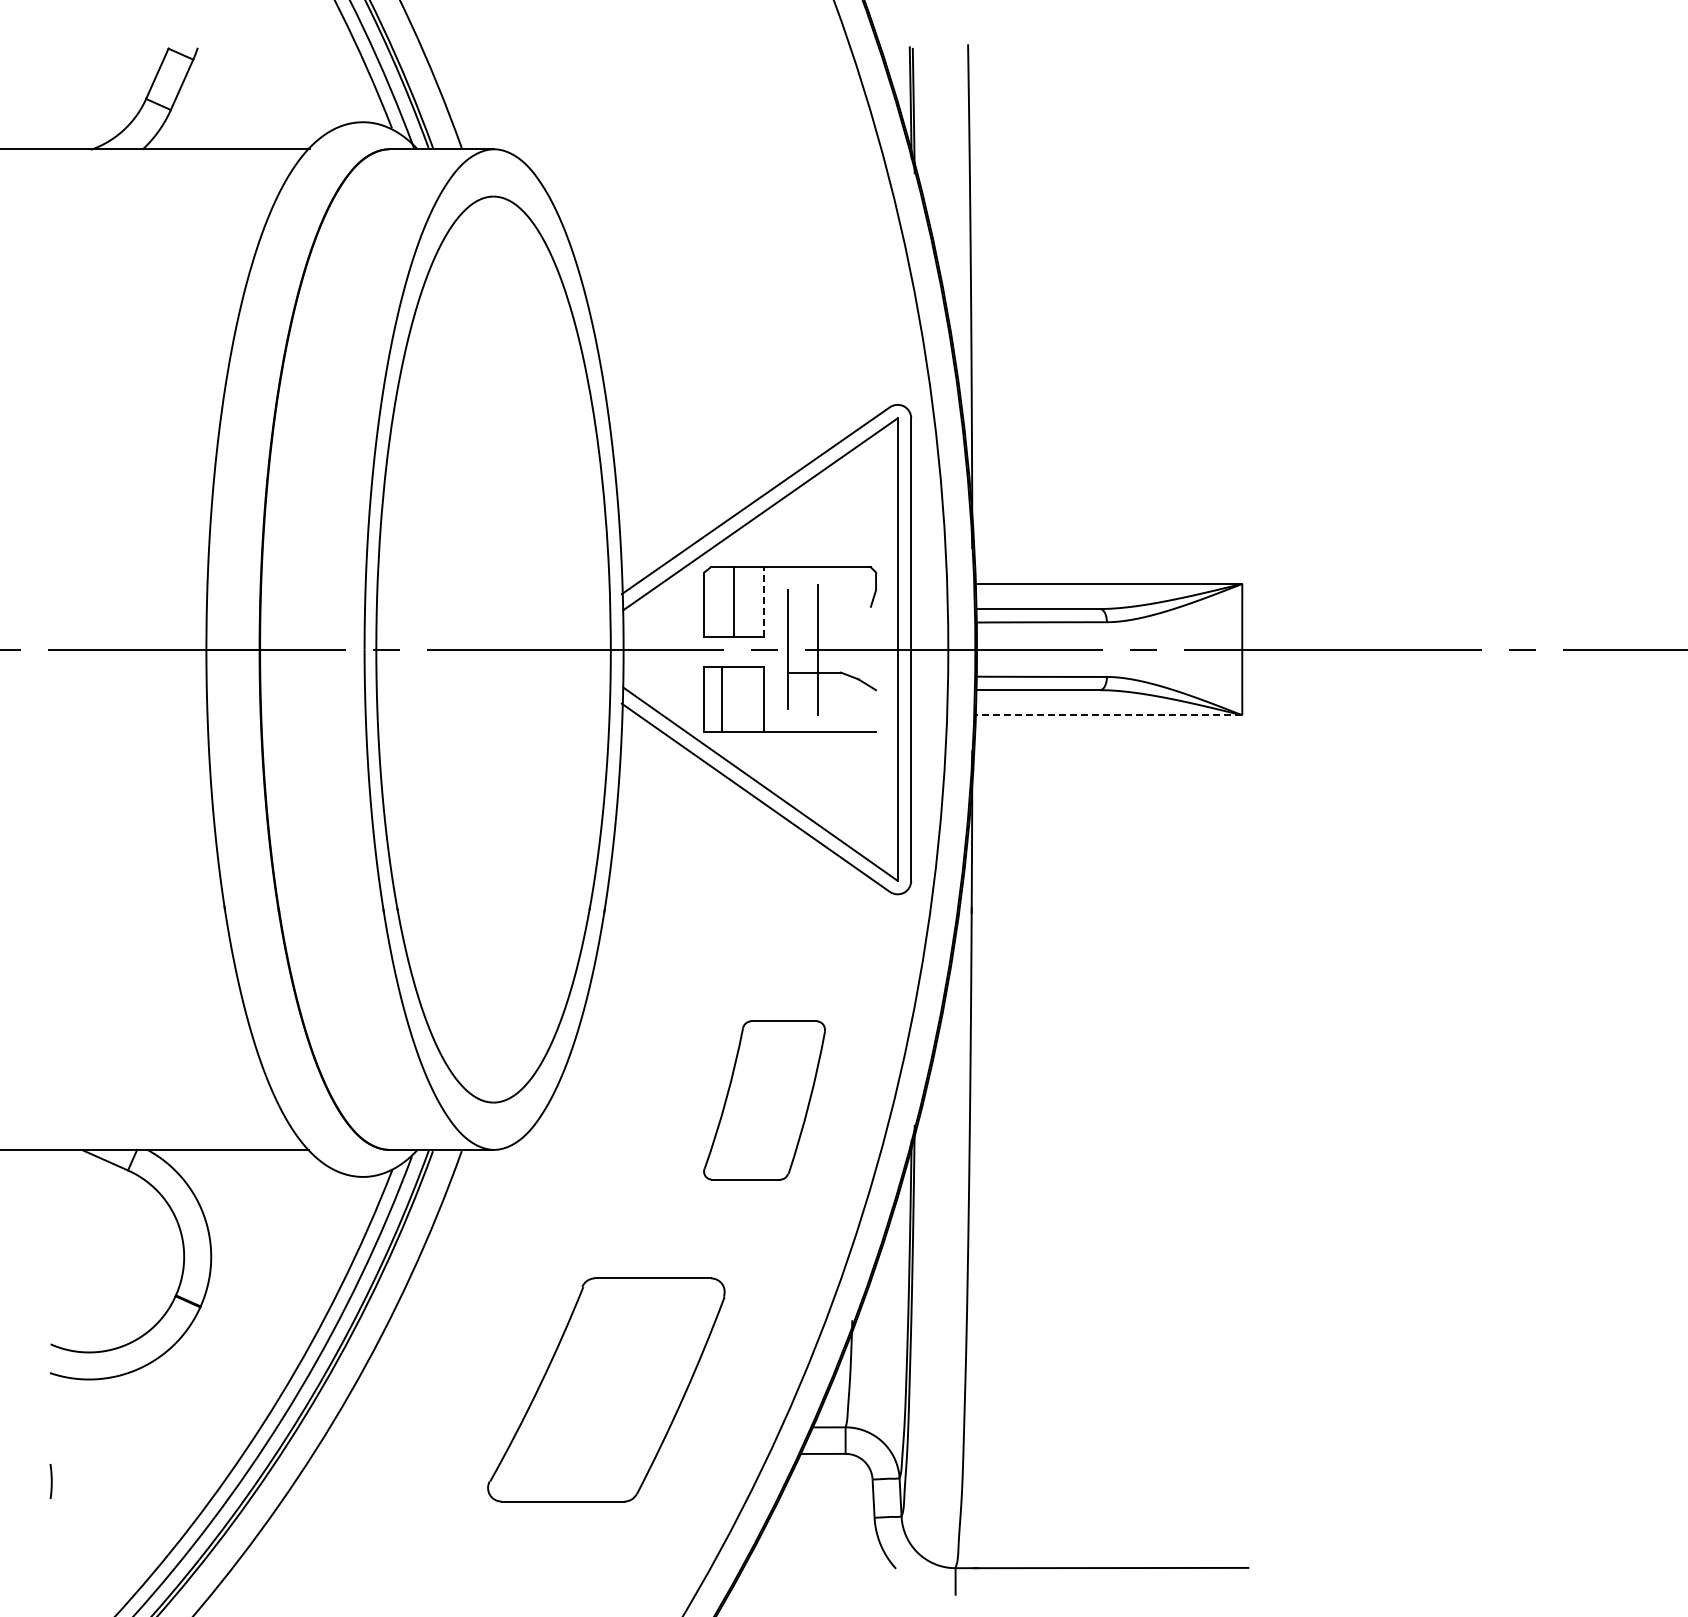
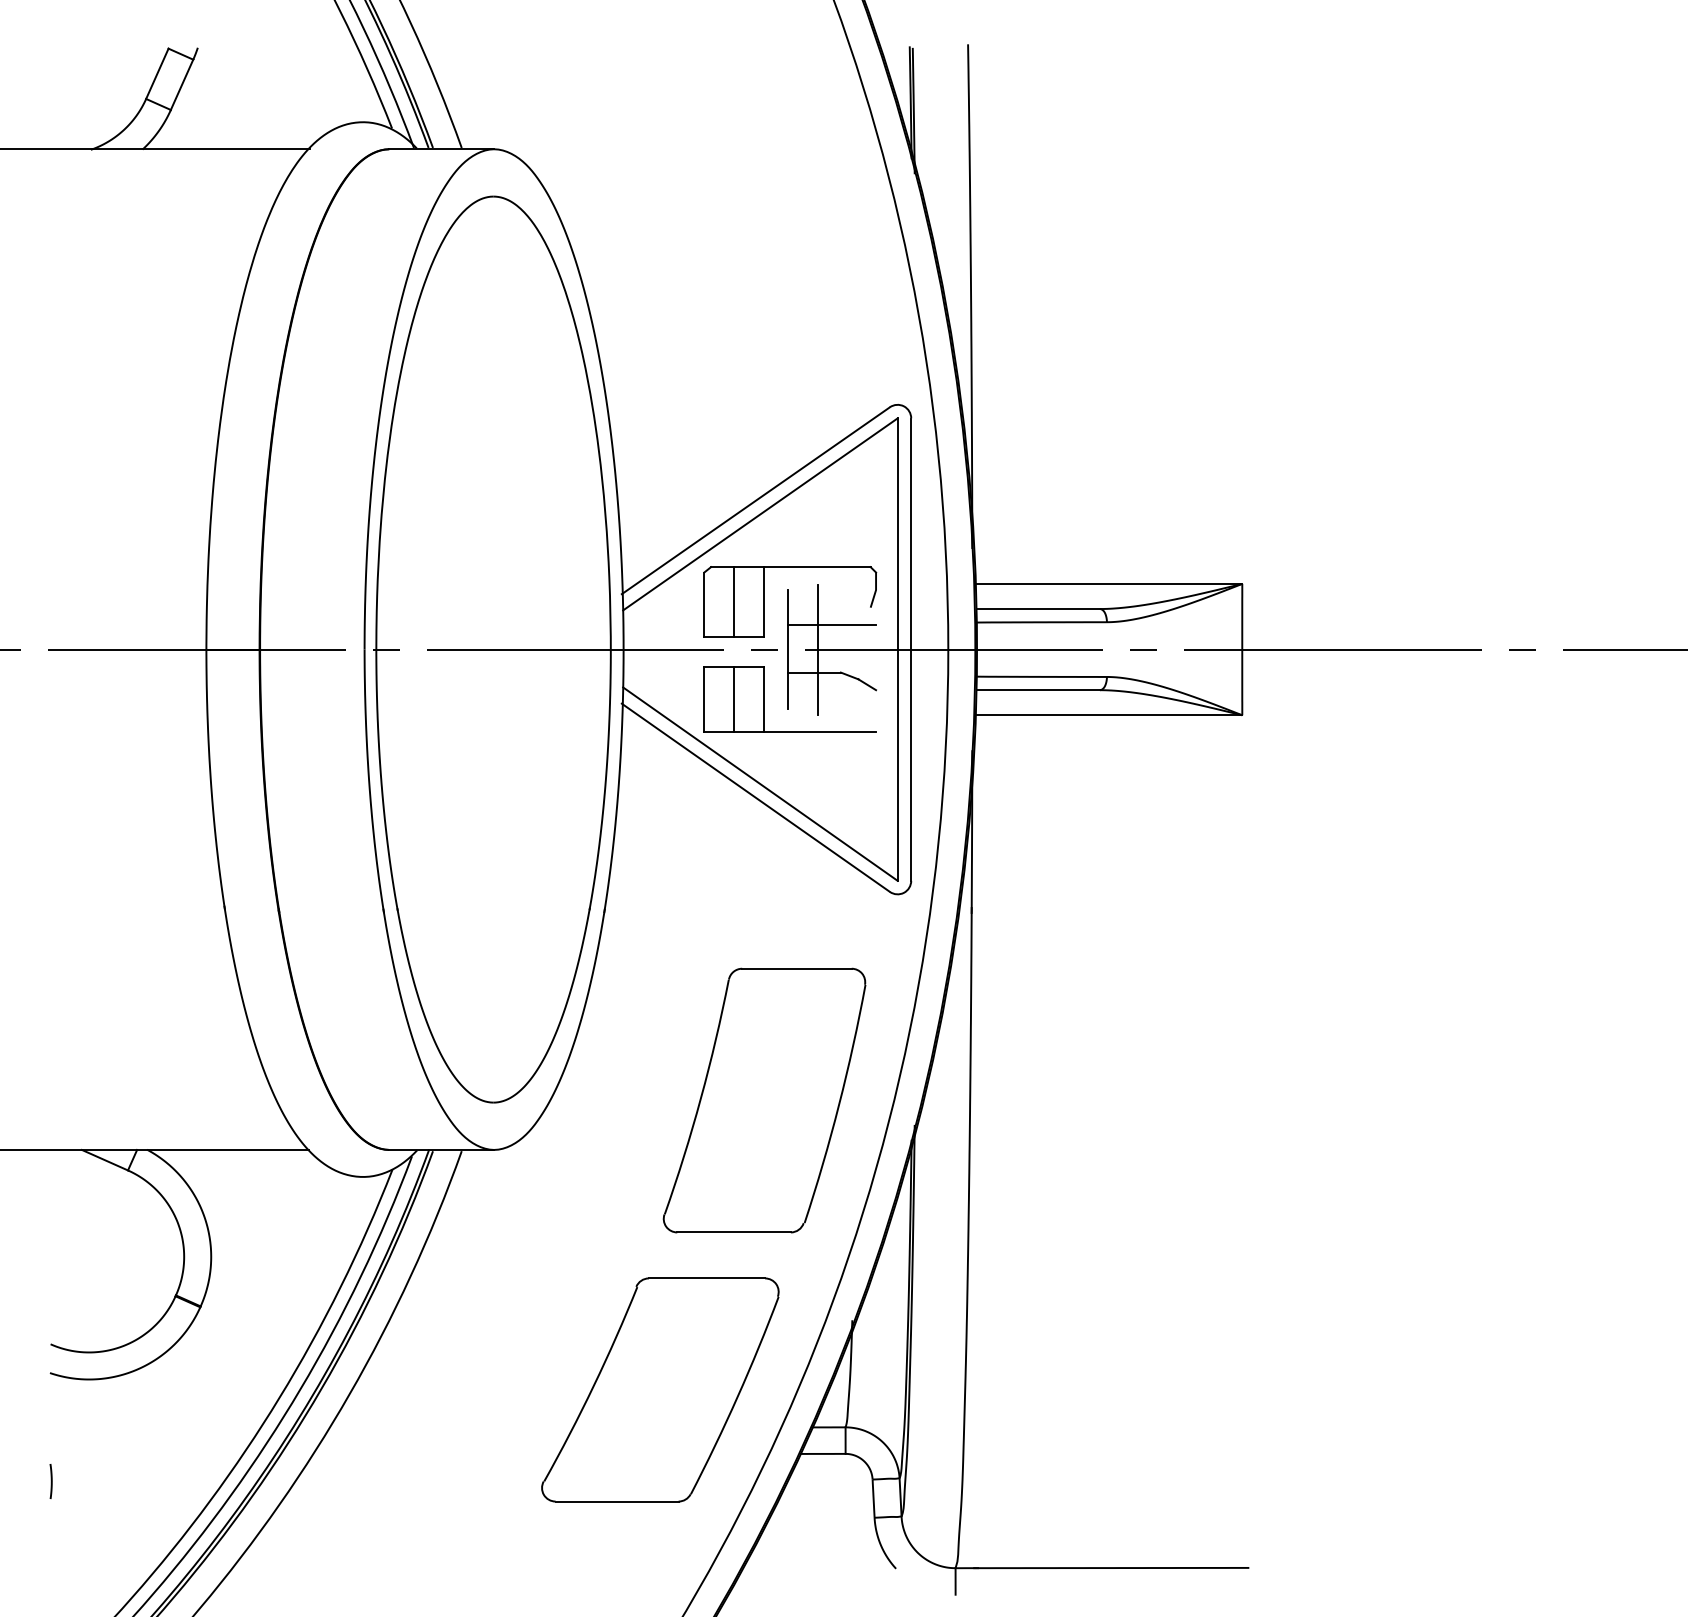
line at (763, 601): dashed -> solid
line at (832, 625): none -> present
line at (722, 699) position: (722, 699) -> (734, 699)
line at (1108, 715): dashed -> solid
part at (764, 1100) size: 123x161 px -> 205x267 px
part at (606, 1389) position: (606, 1389) -> (660, 1389)
